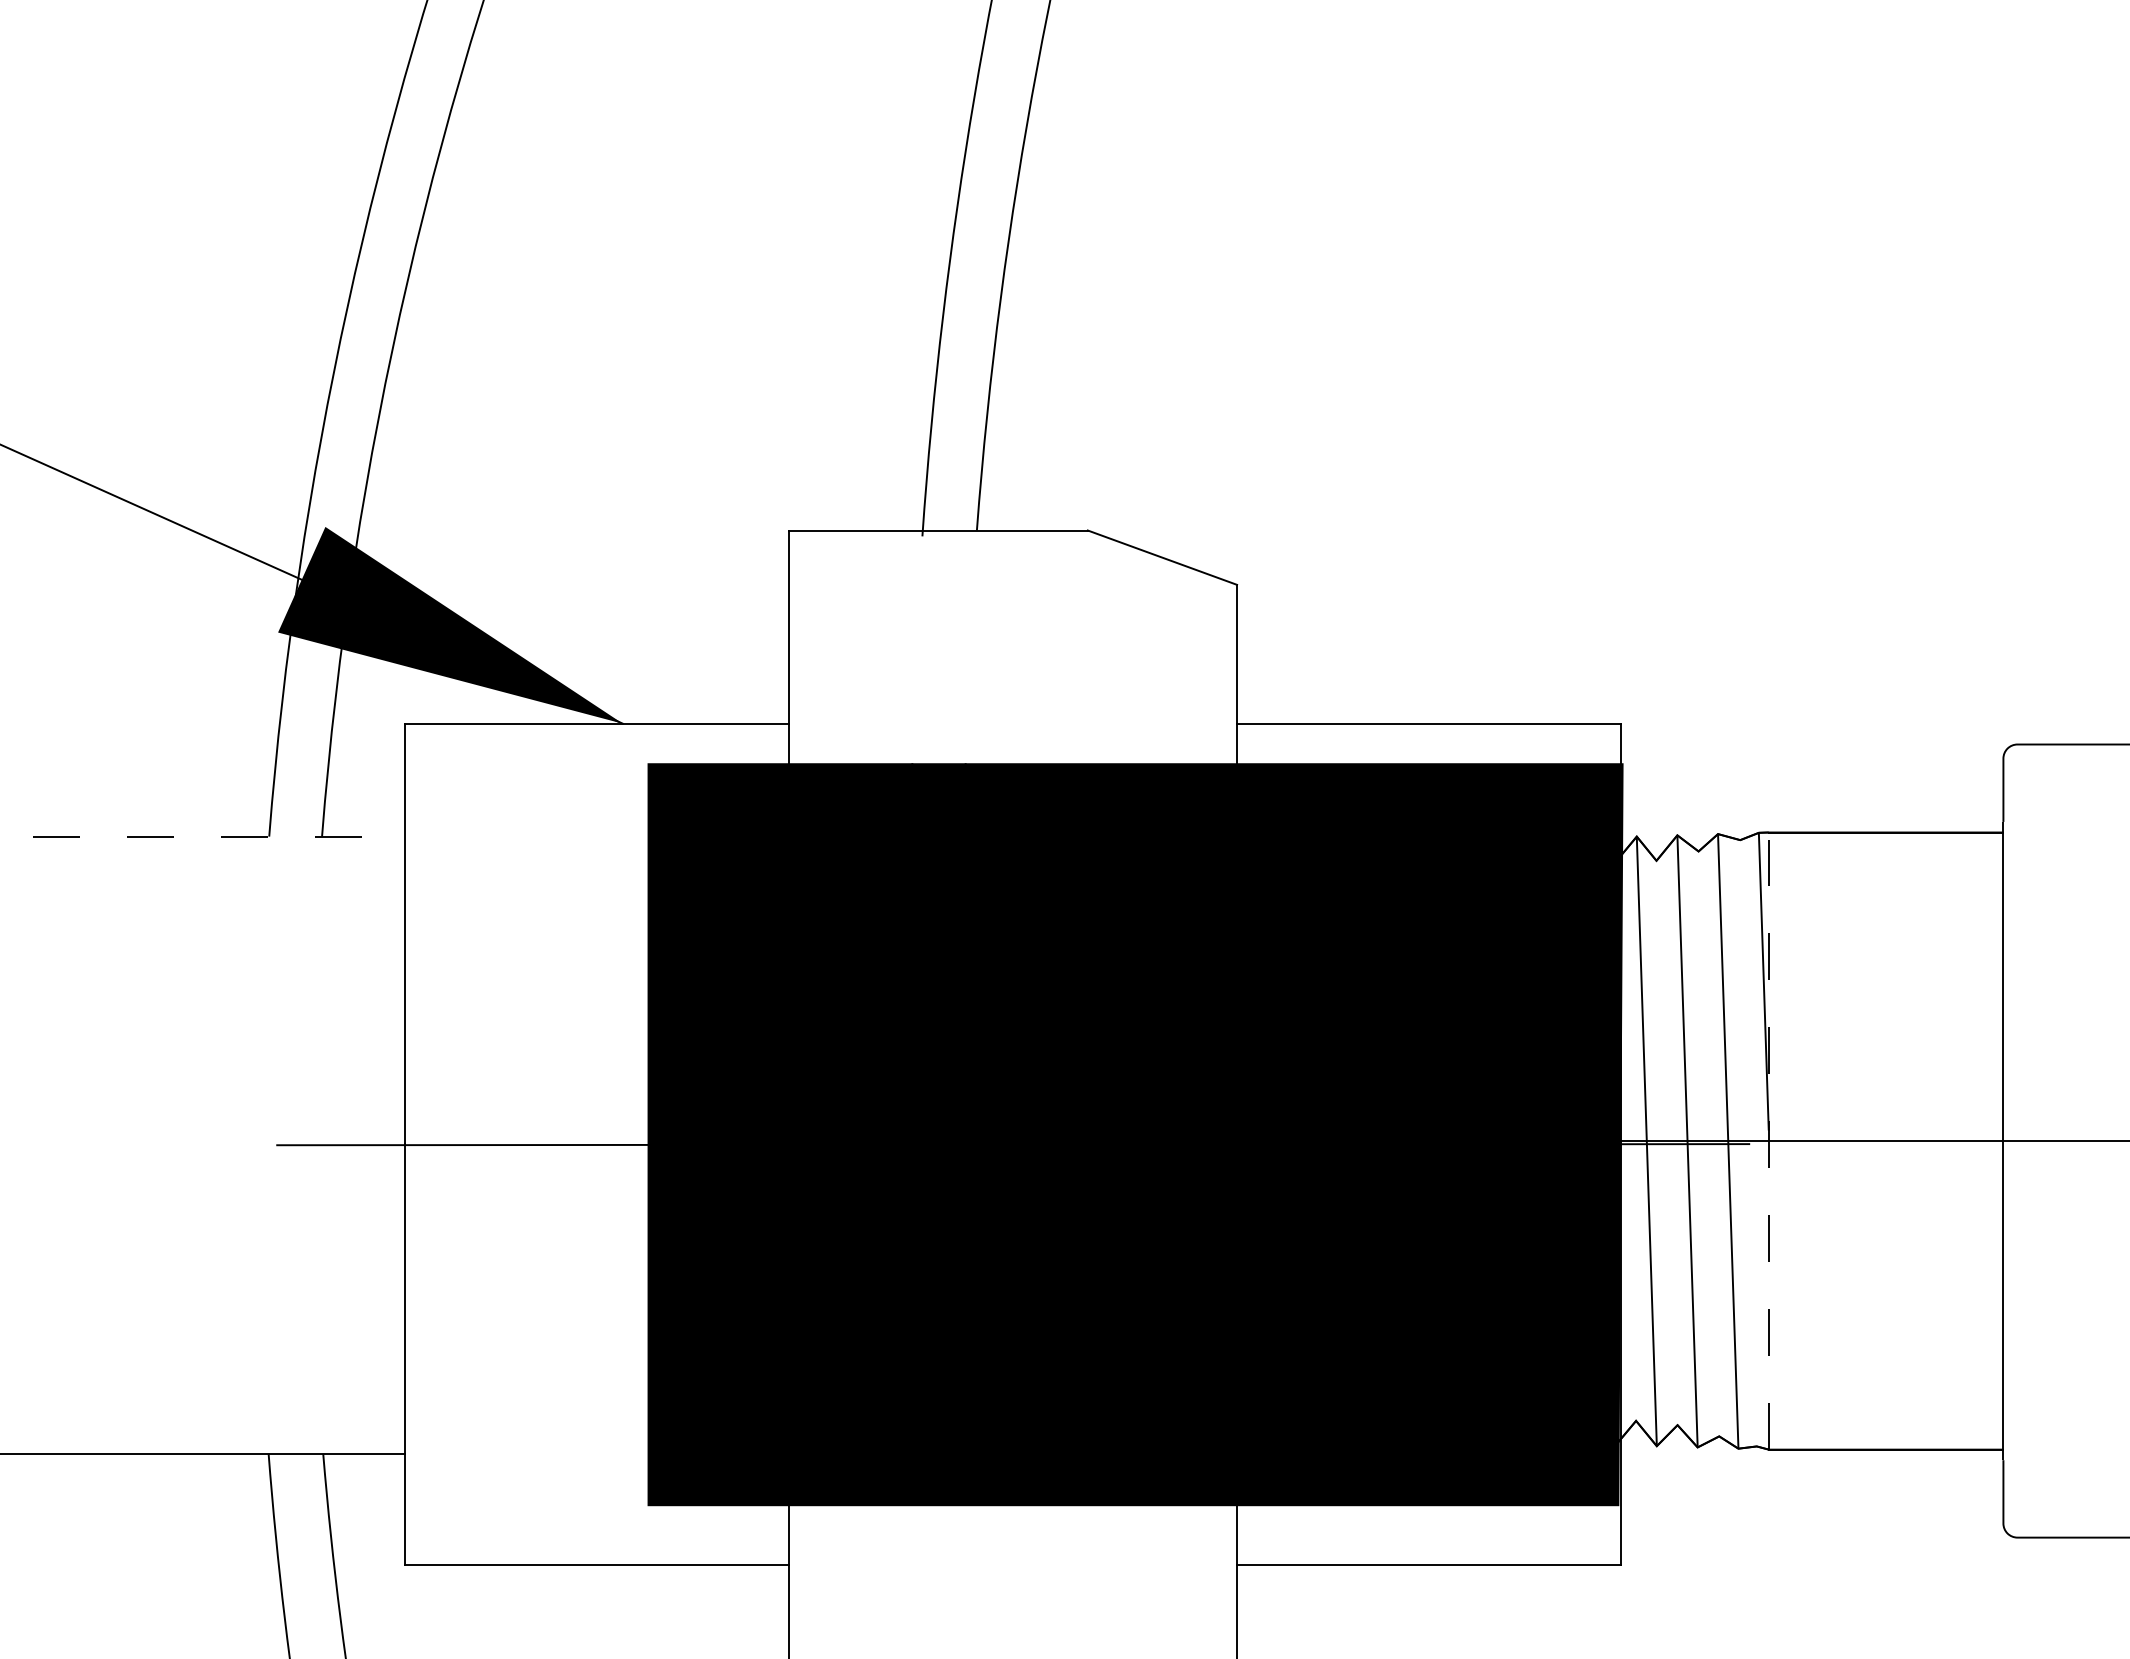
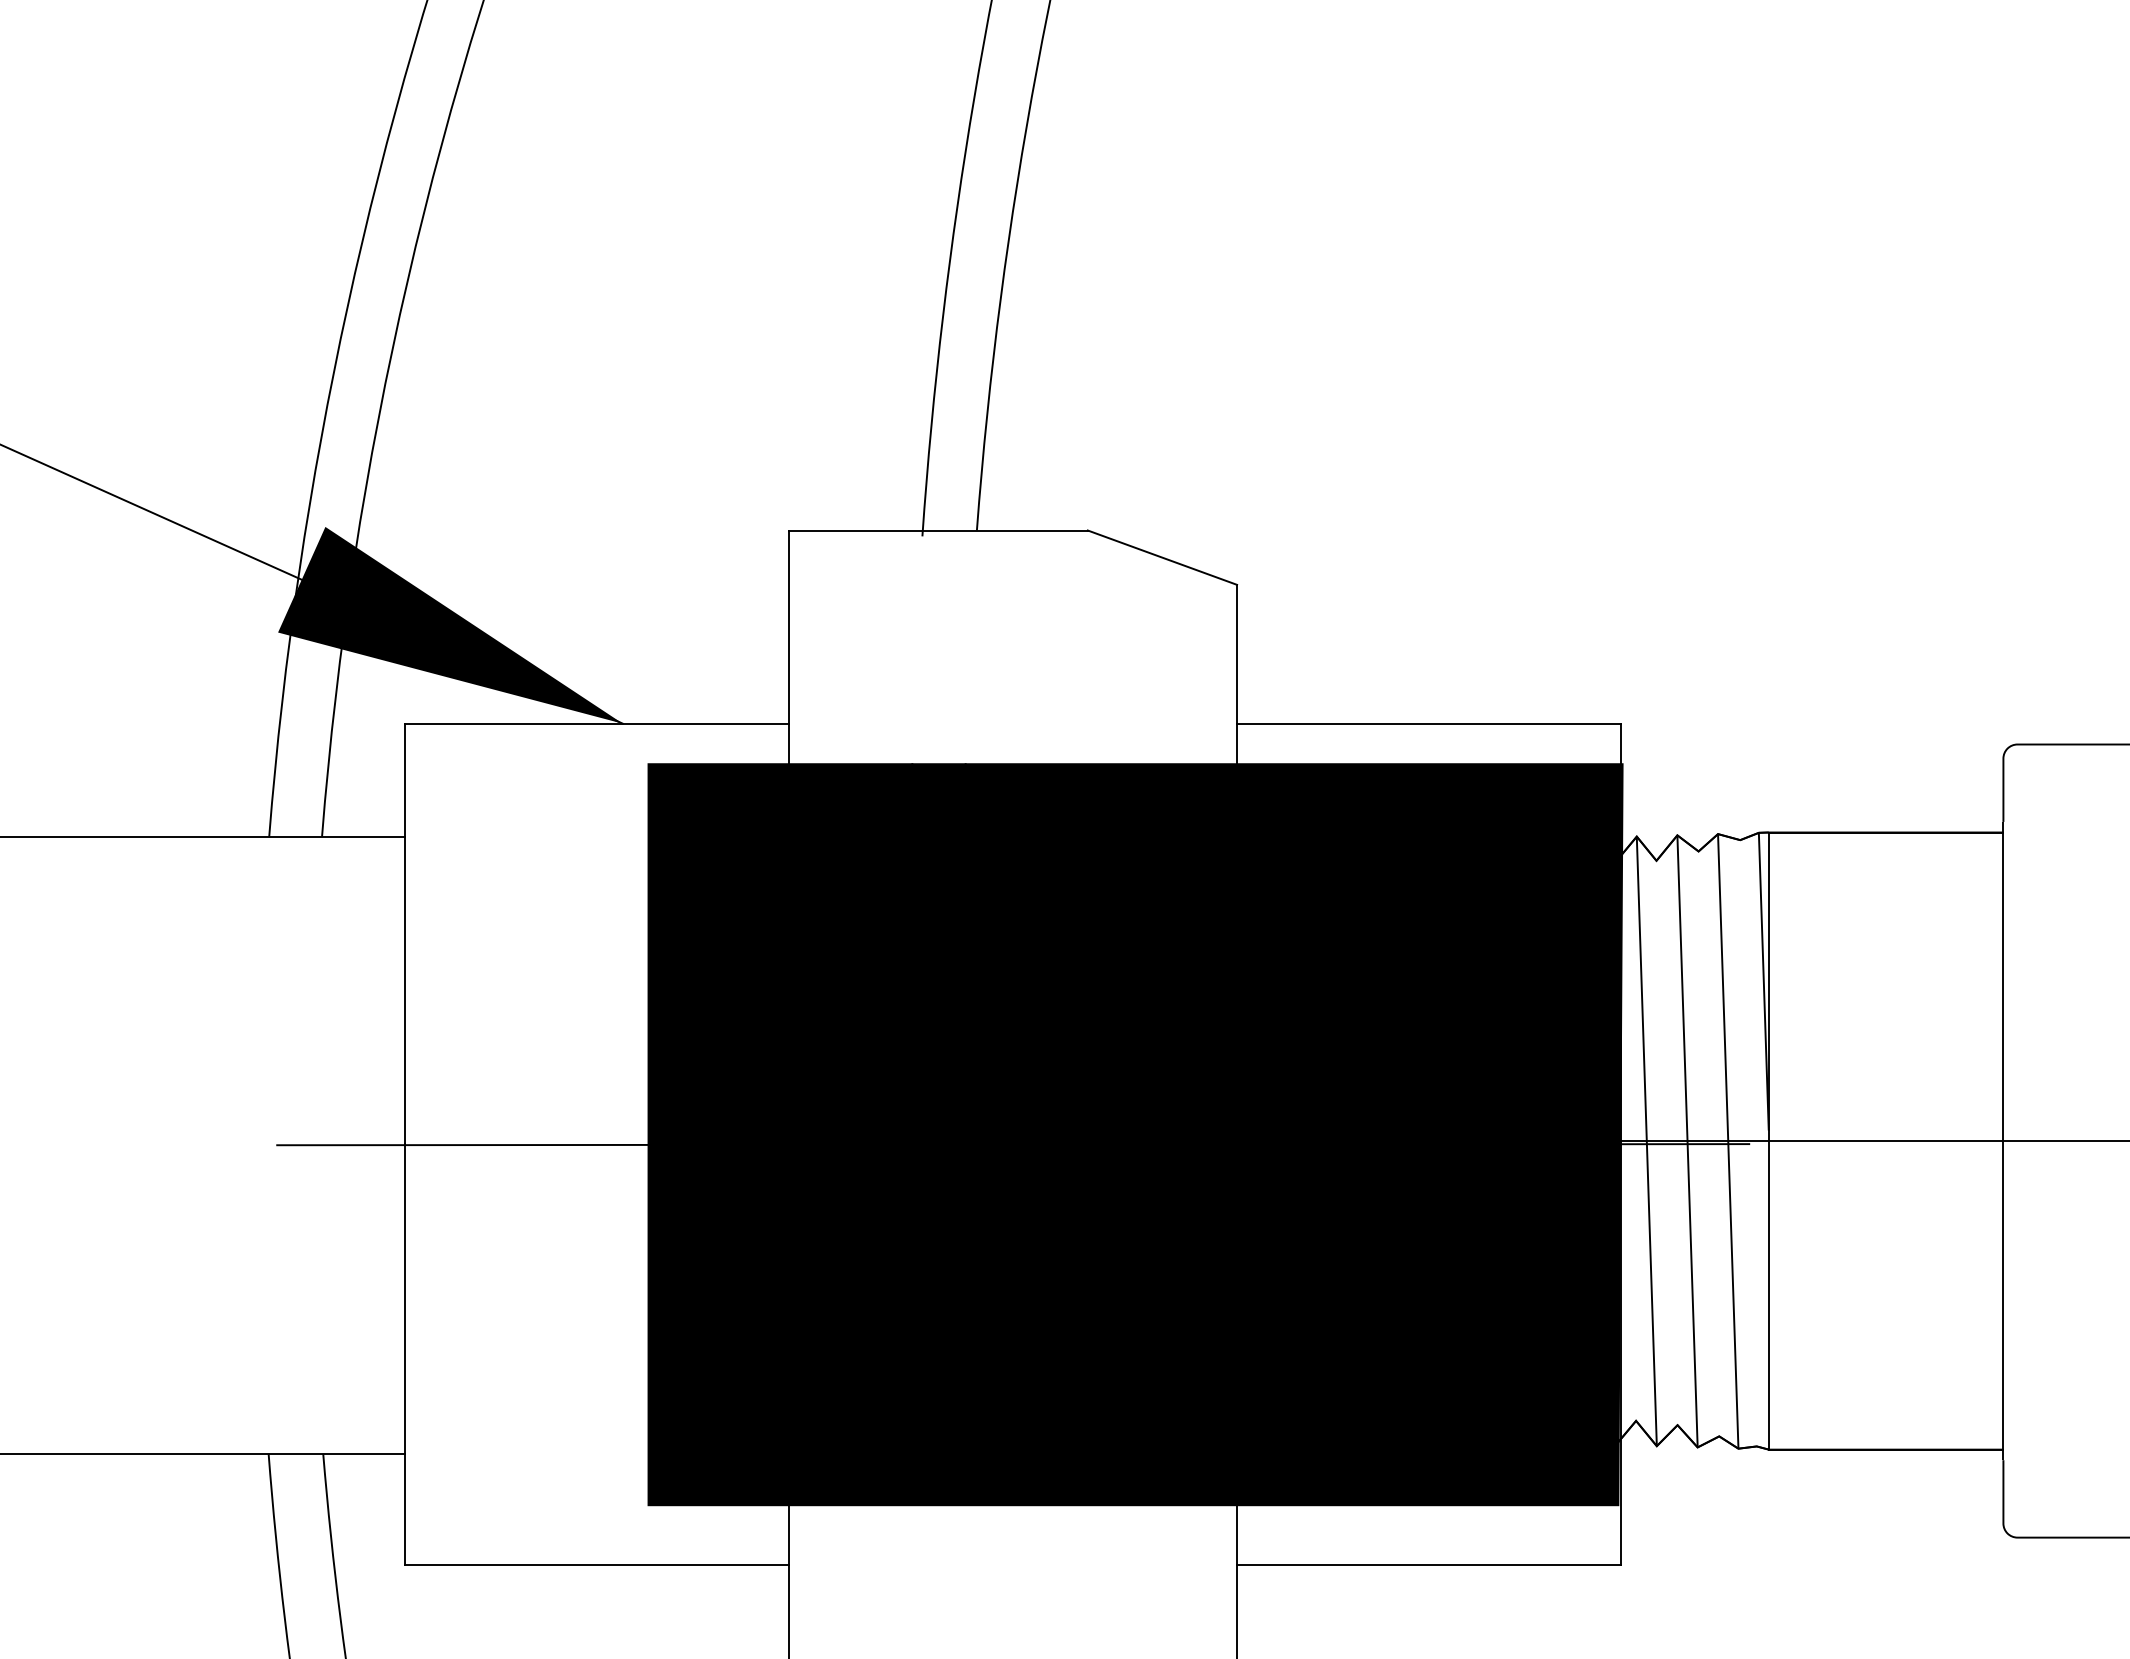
line at (202, 836): dashed -> solid
line at (1768, 1141): dashed -> solid
